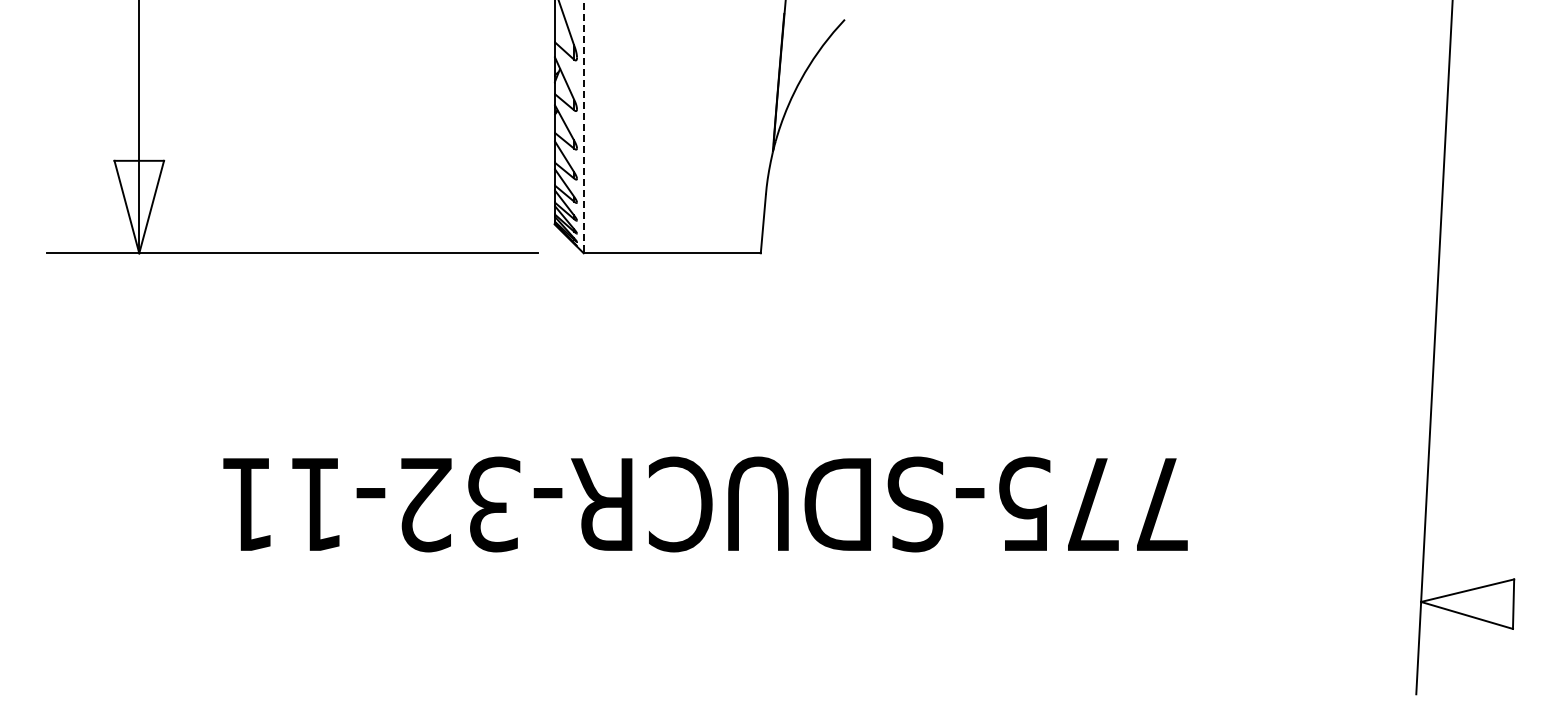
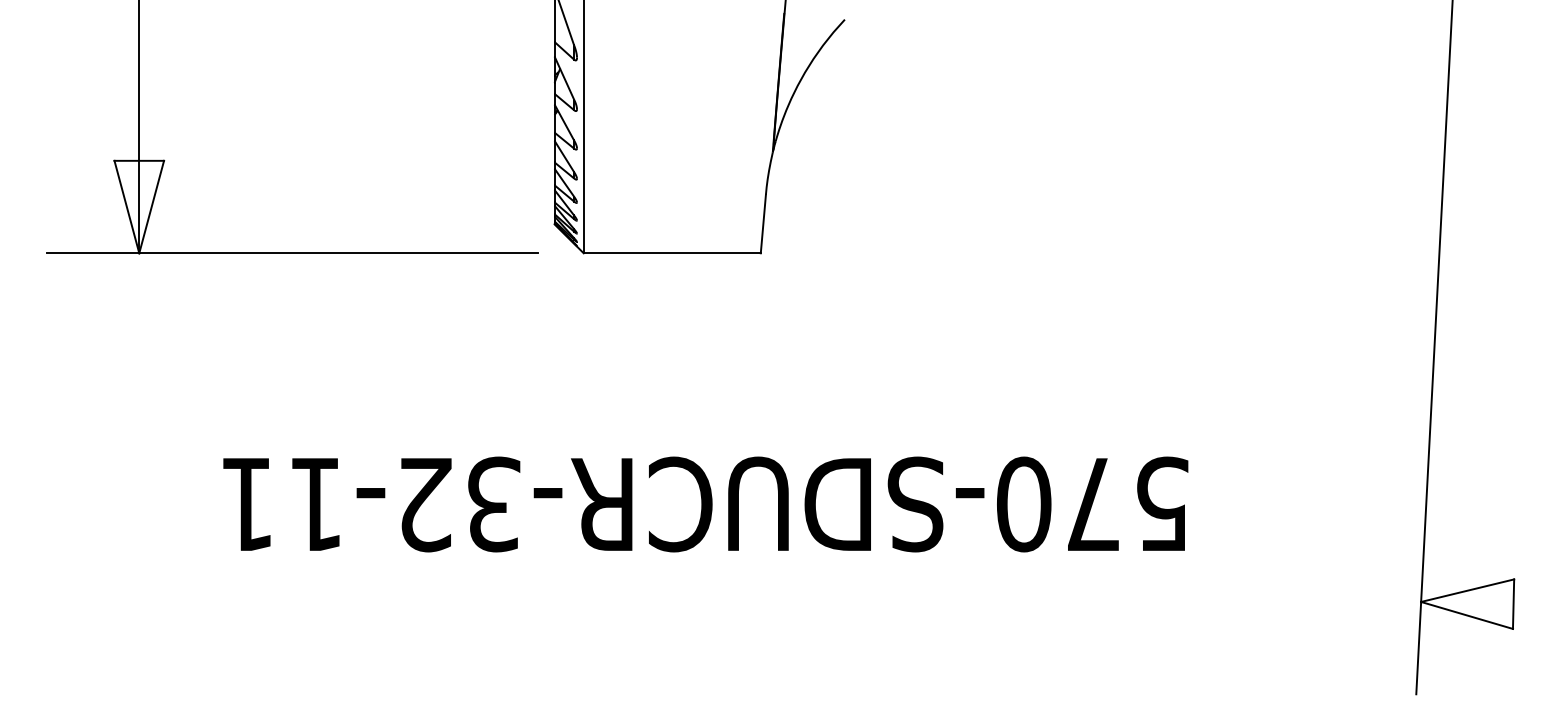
line at (583, 127): dashed -> solid
text at (1092, 504): 775-SDUCR-32-11 -> 570-SDUCR-32-11
